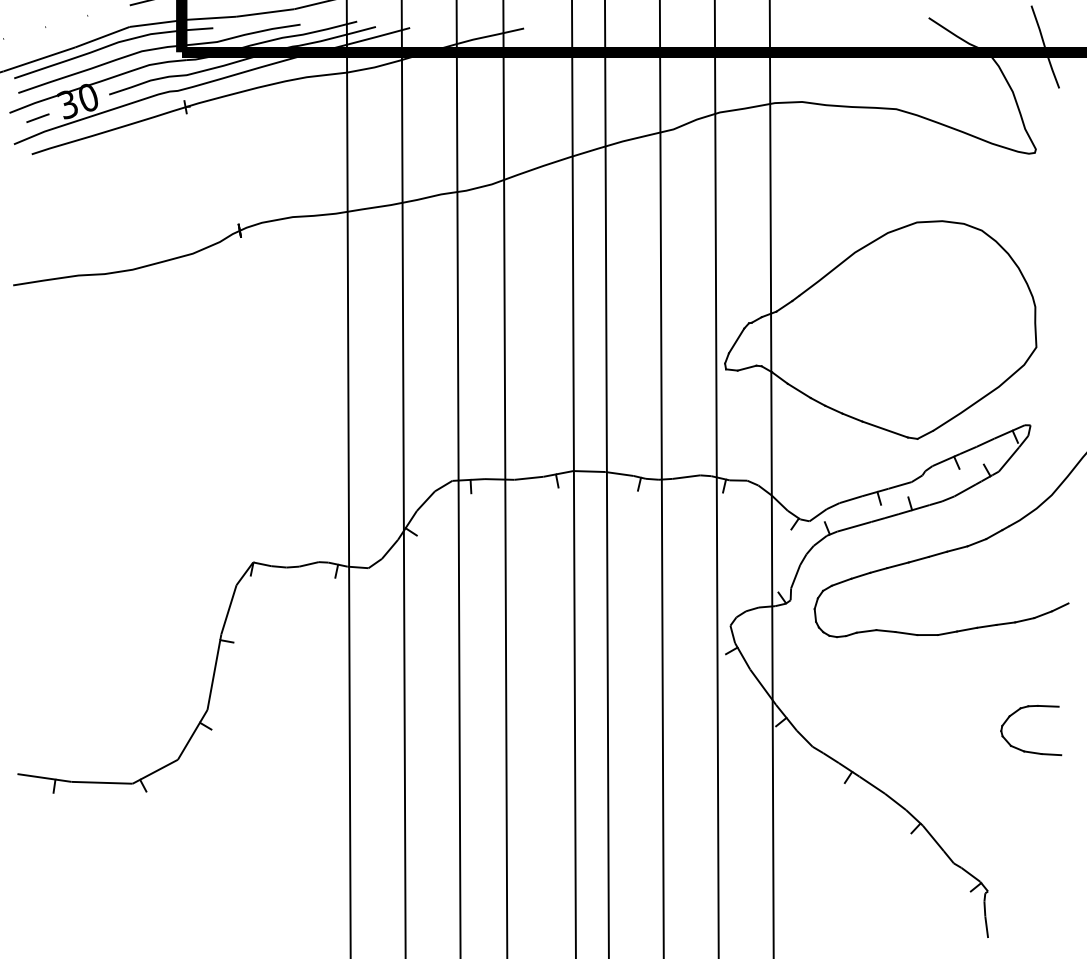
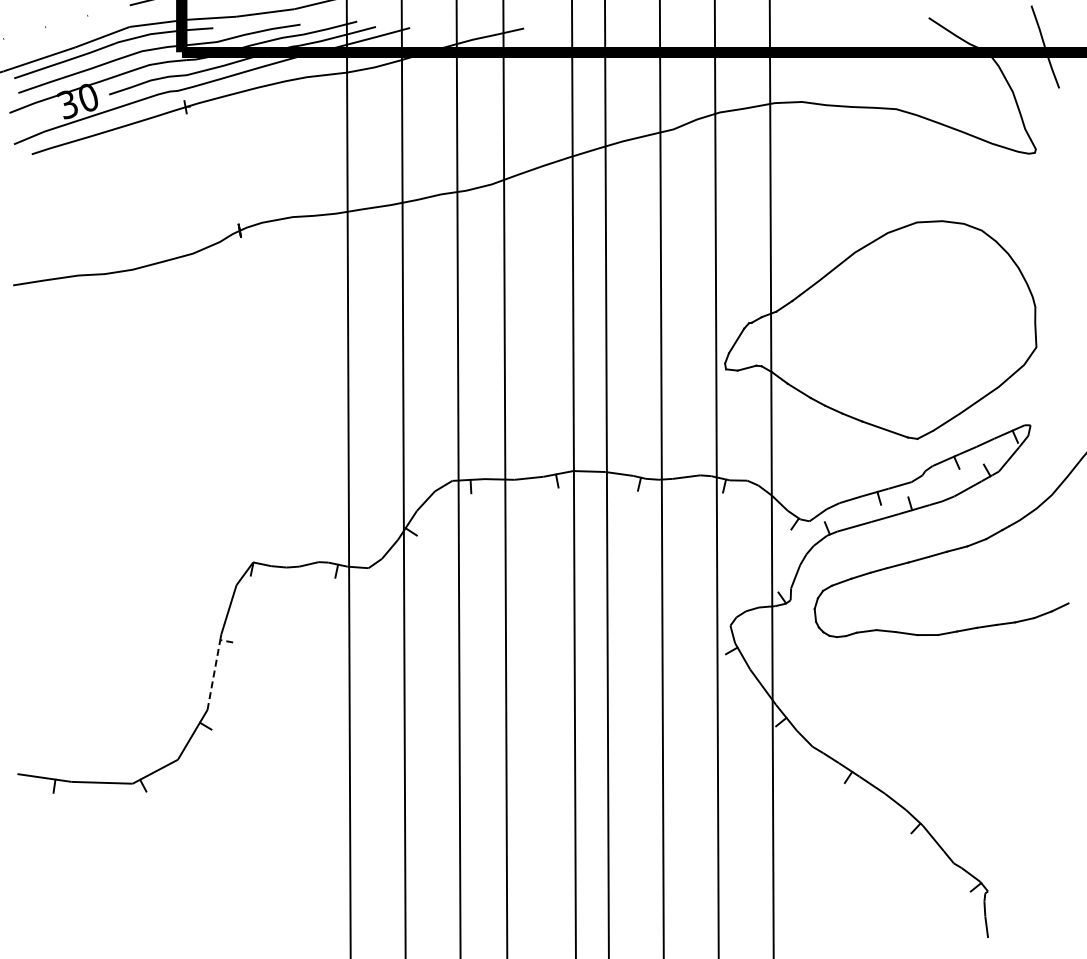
line at (37, 117): present -> none
line at (215, 666): solid -> dashed
part at (1026, 750): present -> none
